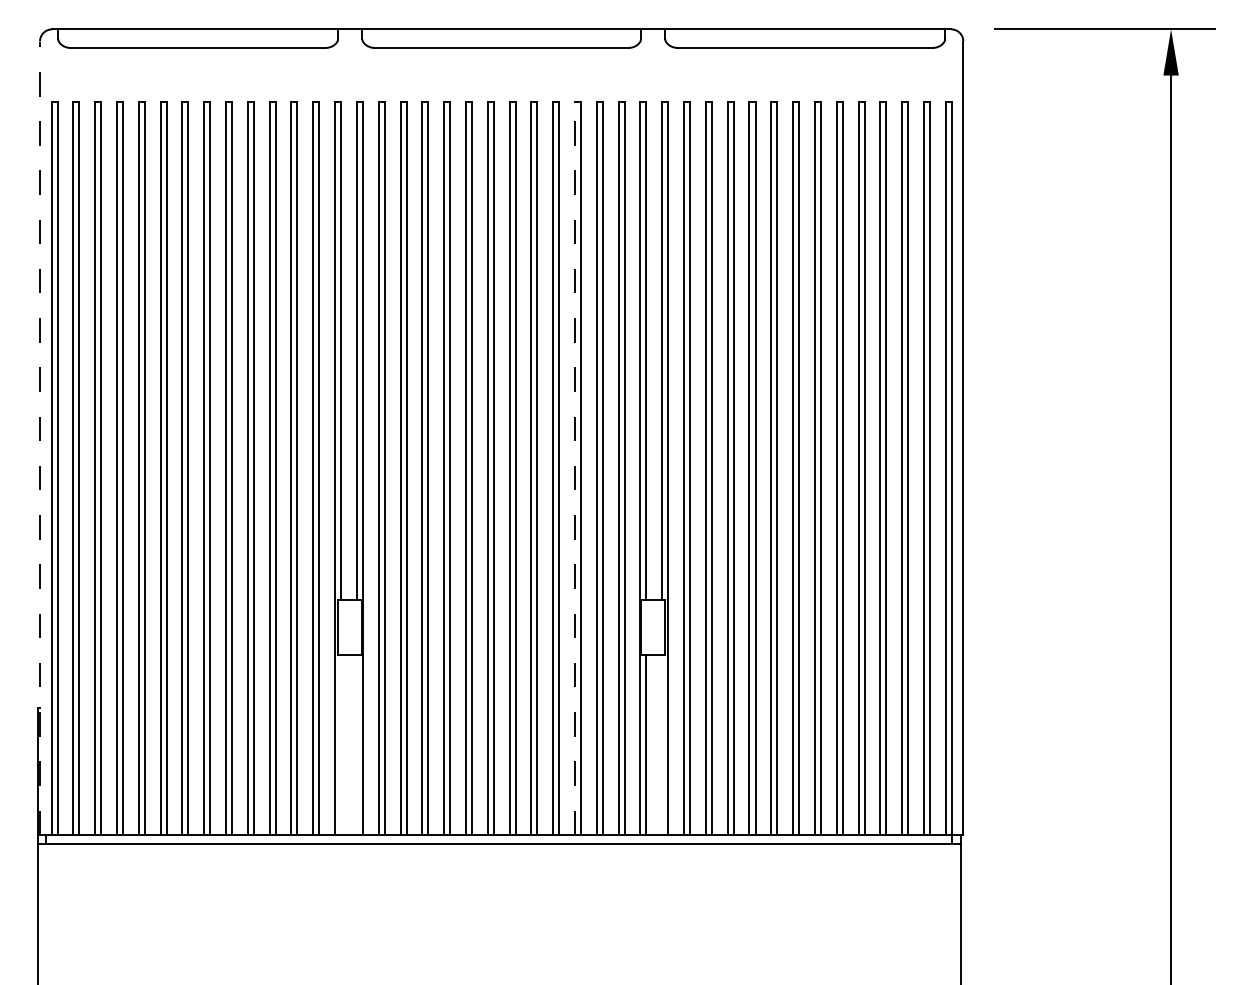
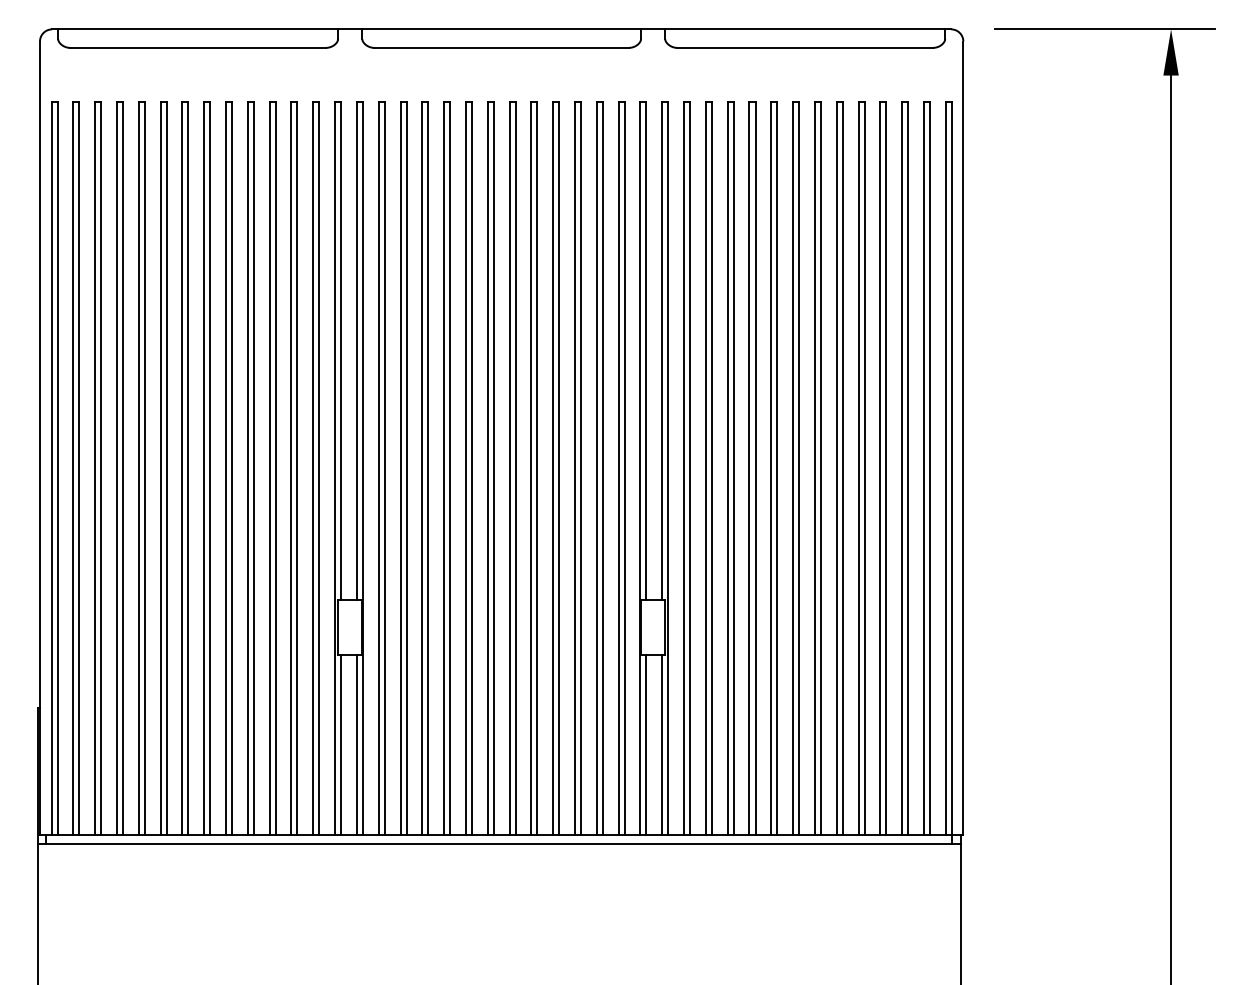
line at (40, 438): dashed -> solid
line at (574, 468): dashed -> solid
line at (341, 744): none -> present
line at (356, 744): none -> present
line at (662, 744): none -> present
